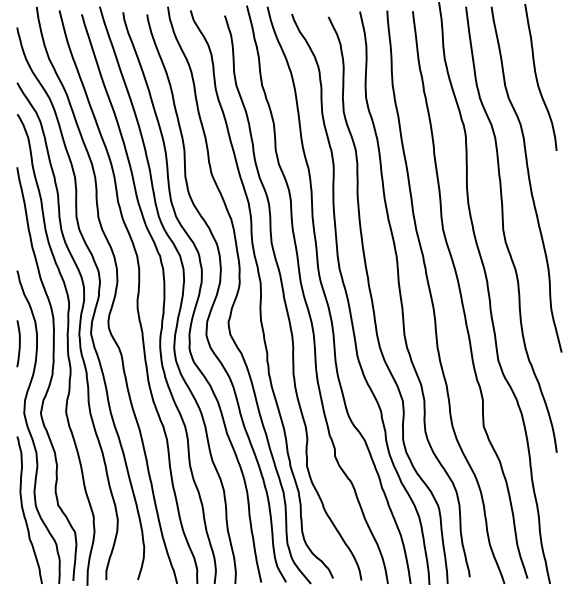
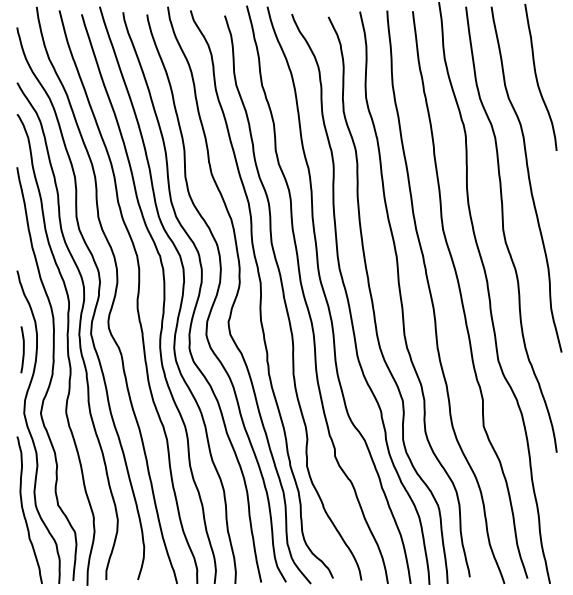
curve at (18, 343) position: (18, 343) -> (22, 349)
